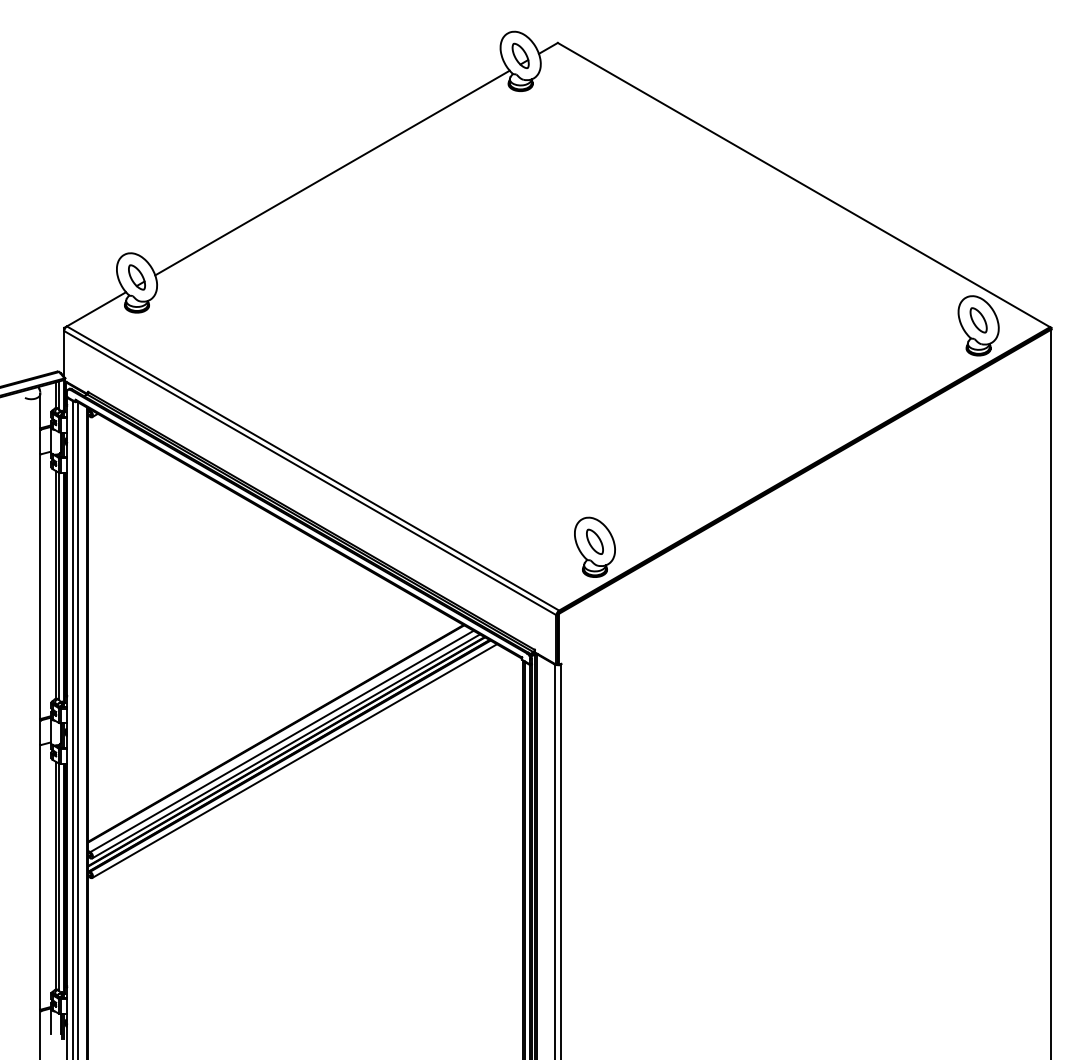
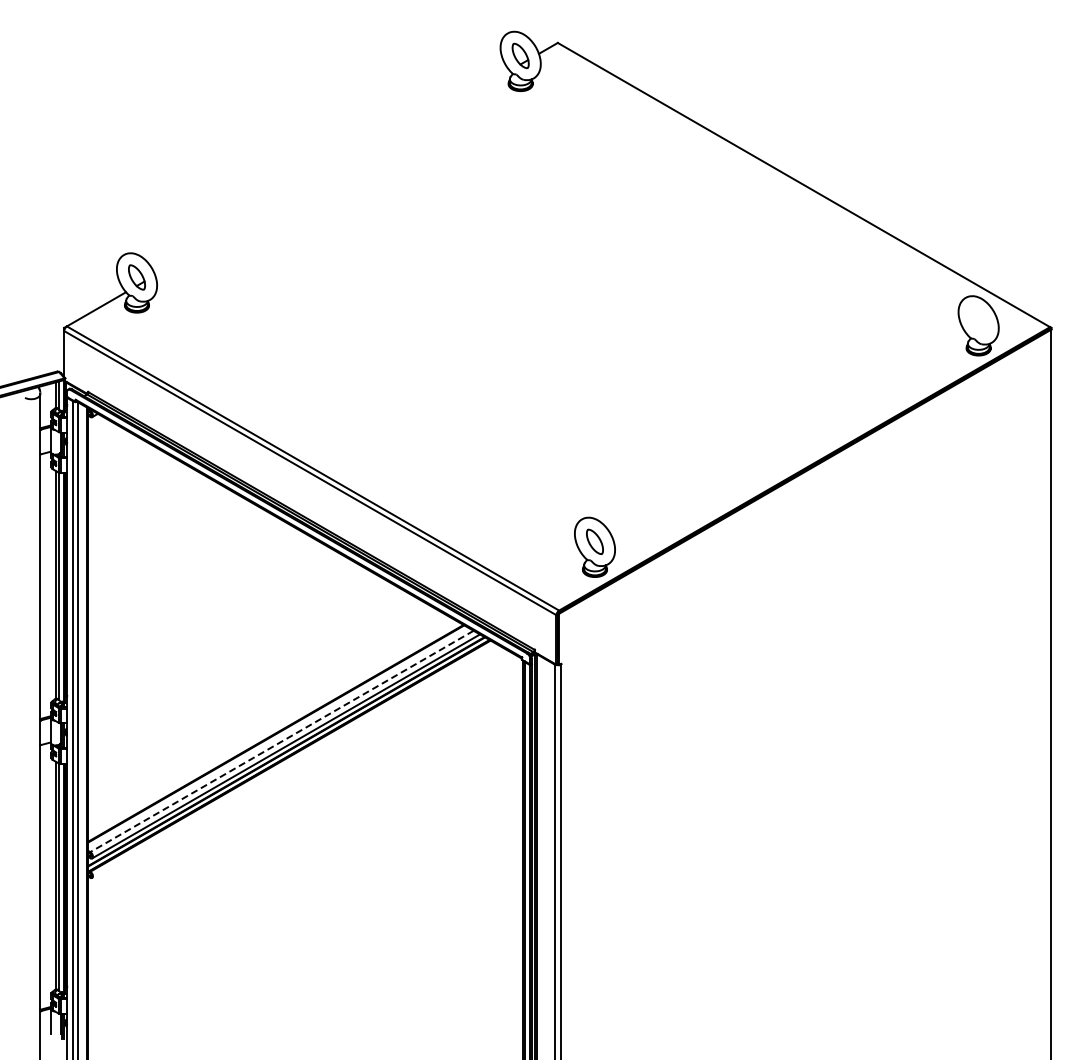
line at (332, 172): present -> none
part at (978, 320): present -> none
line at (281, 741): solid -> dashed
line at (294, 761): present -> none
